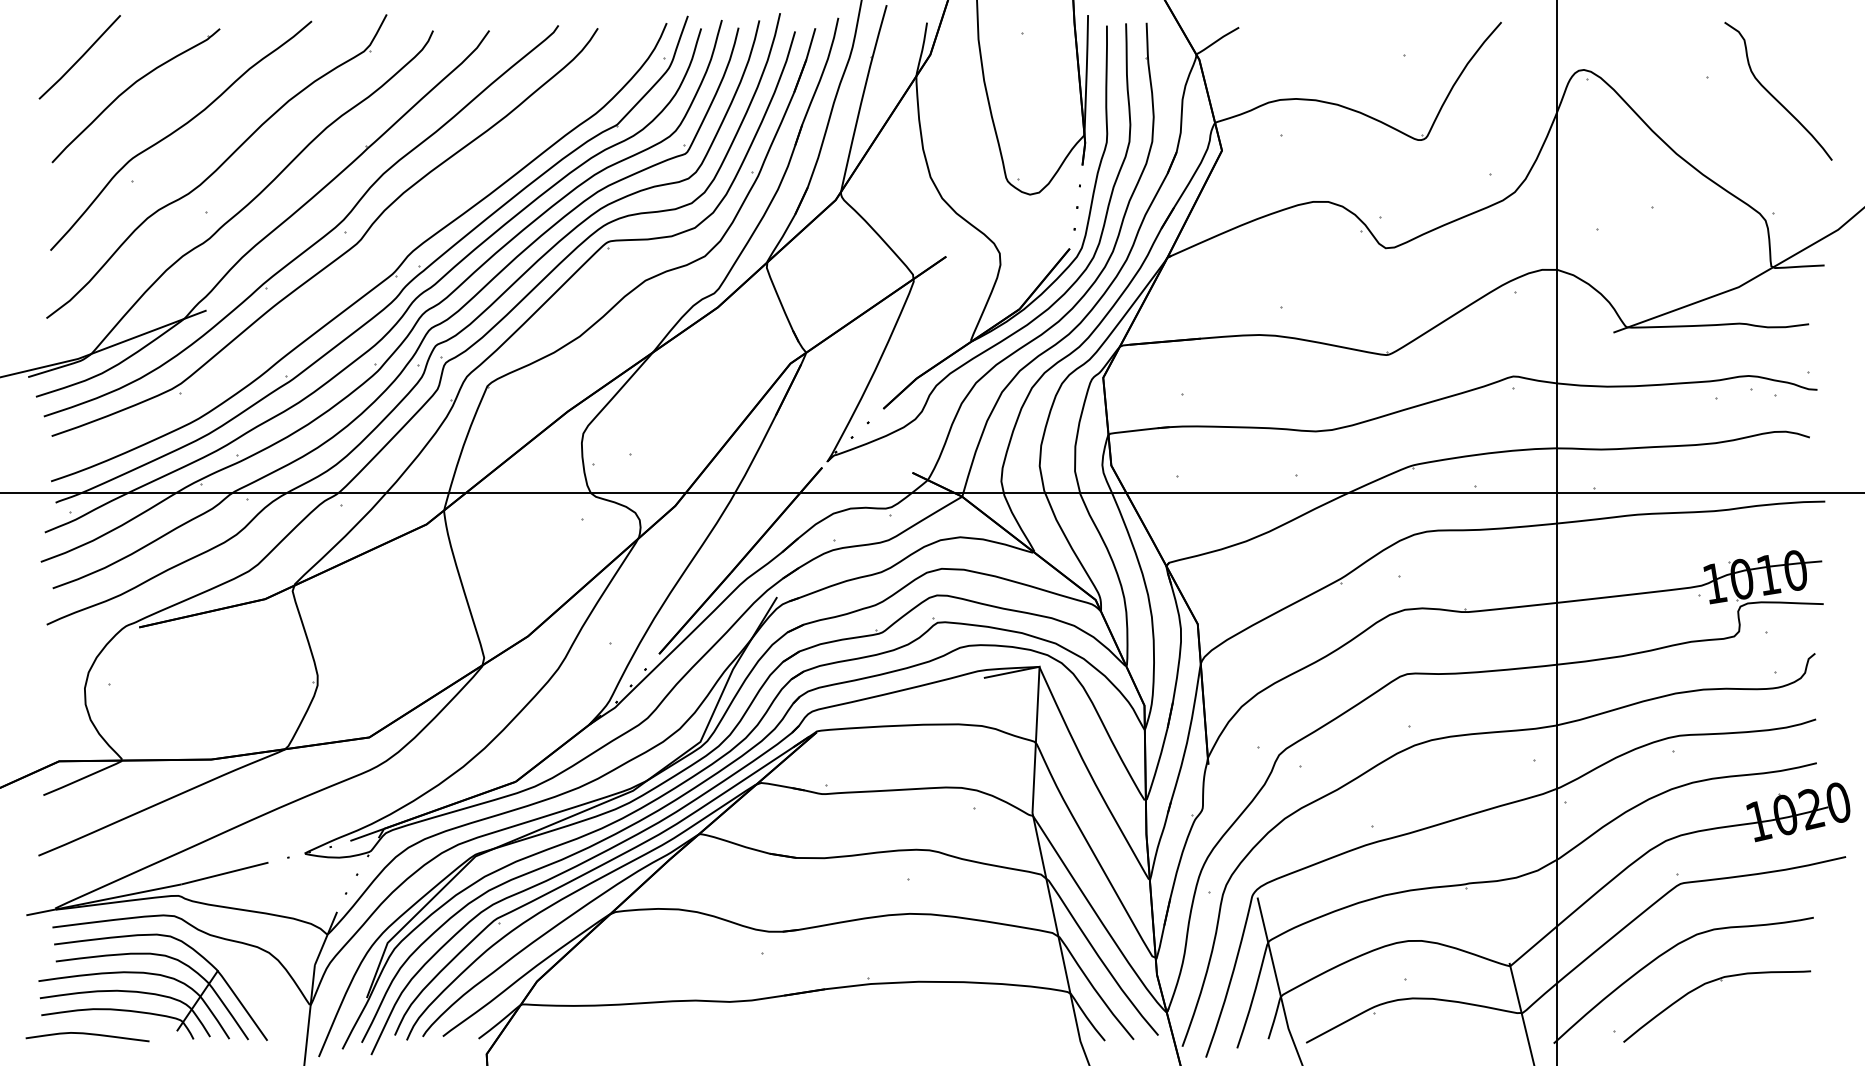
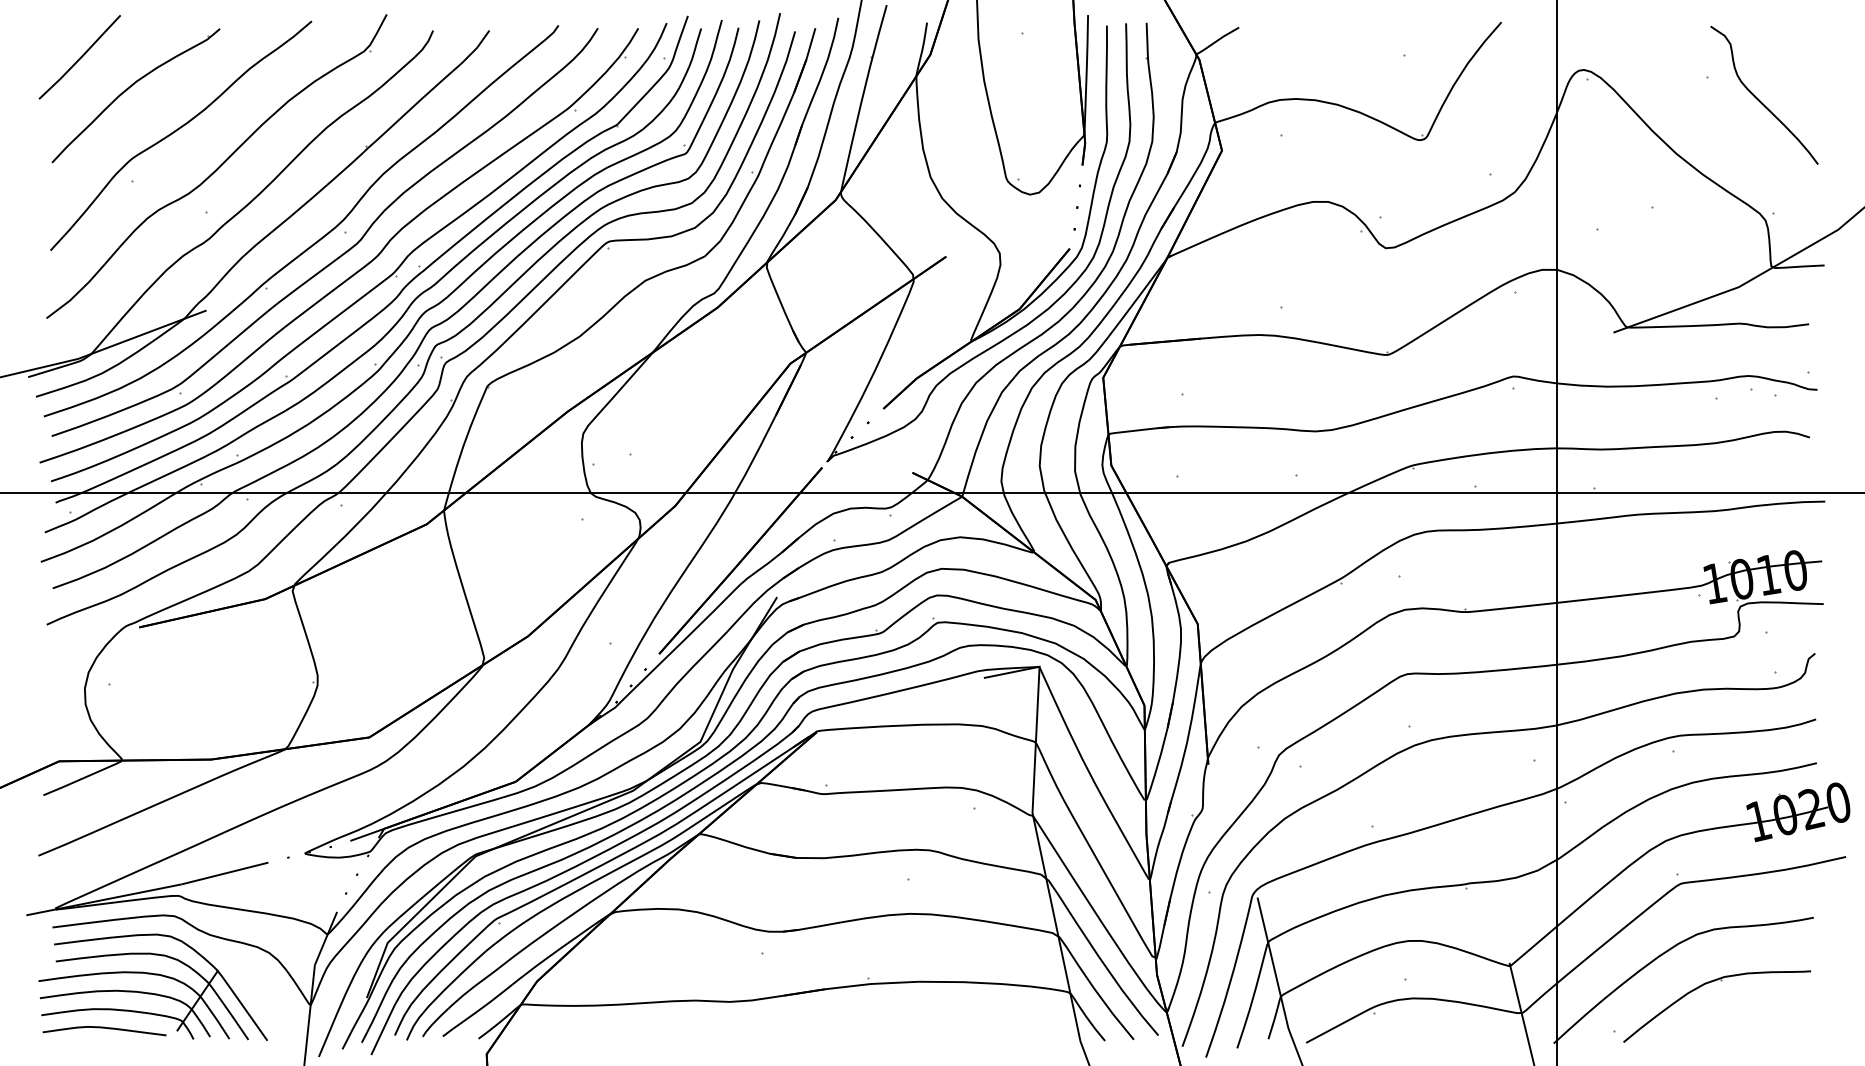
curve at (1773, 95) position: (1773, 95) -> (1759, 99)
part at (357, 270): none -> present
curve at (87, 1034) position: (87, 1034) -> (104, 1028)
